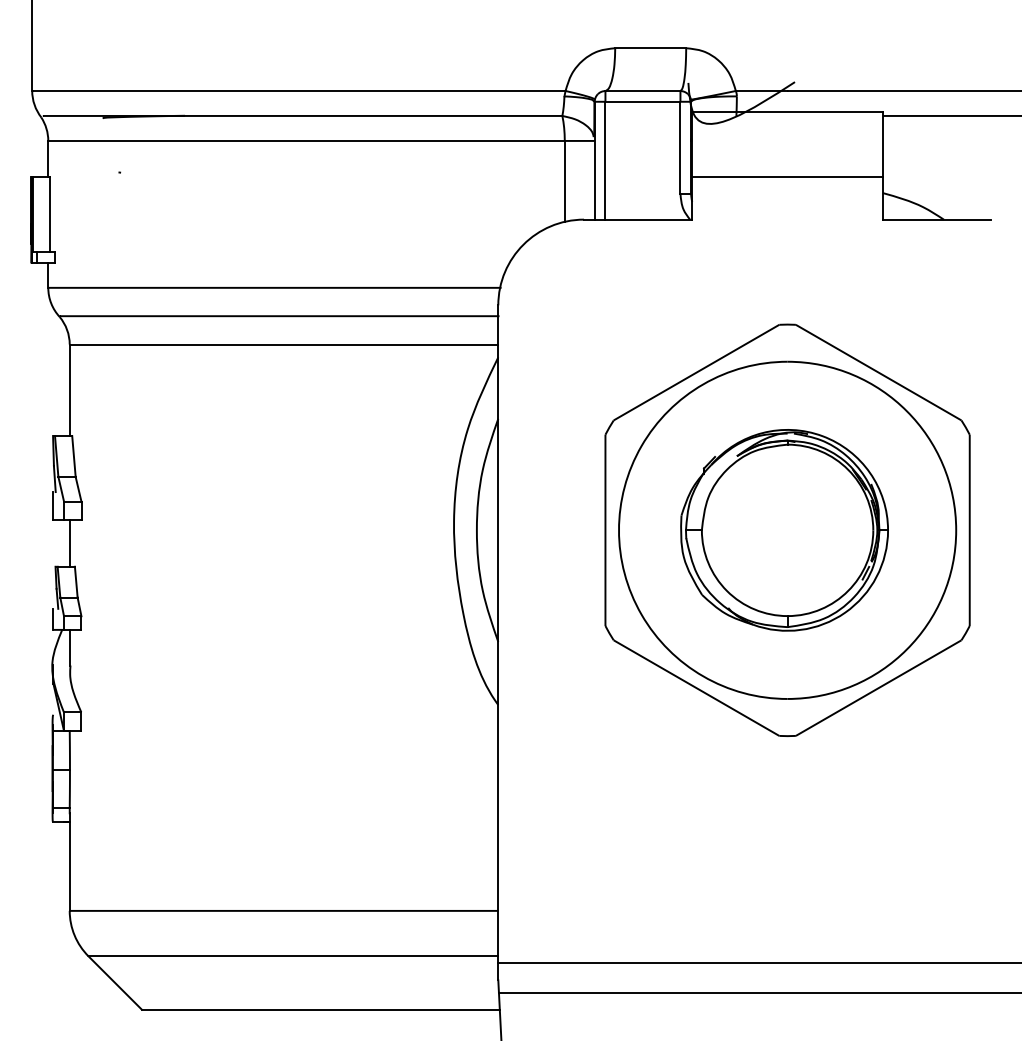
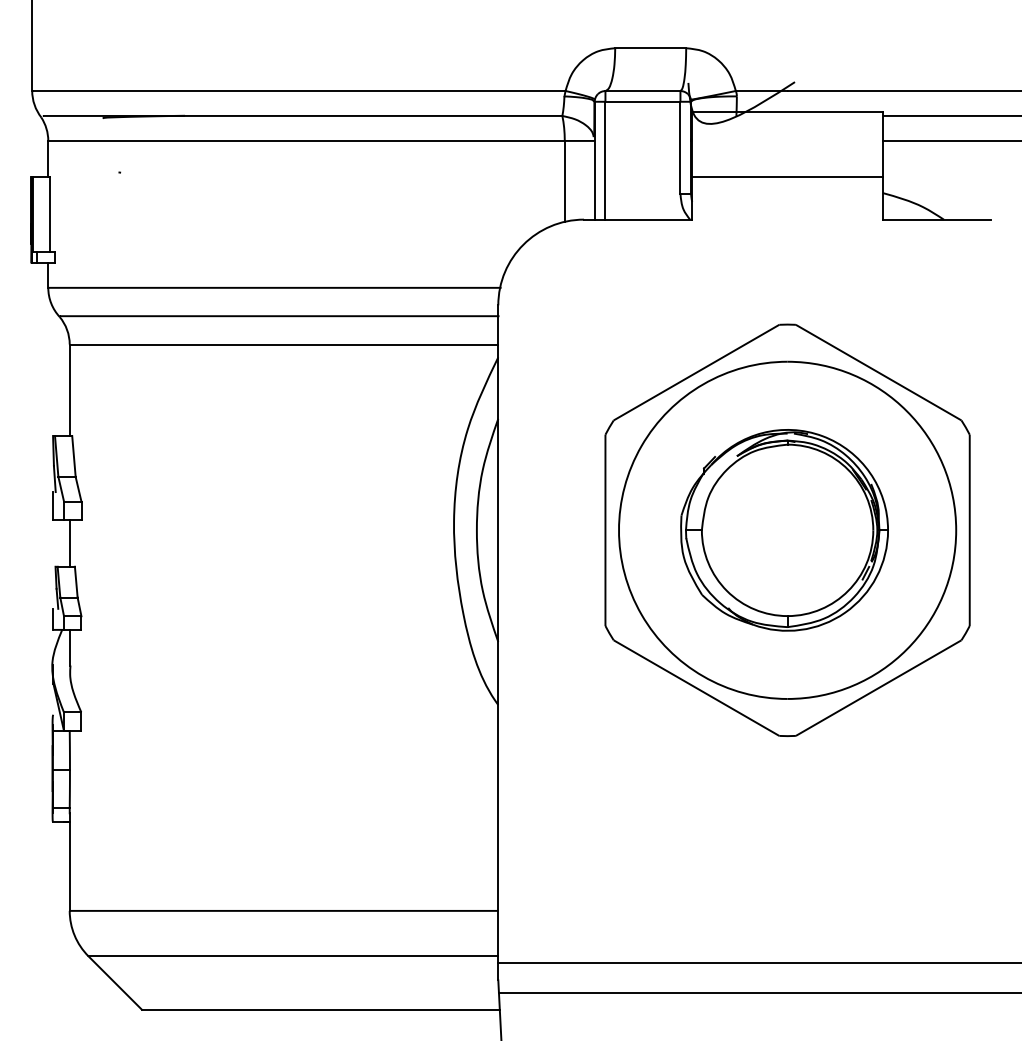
line at (950, 140): none -> present
